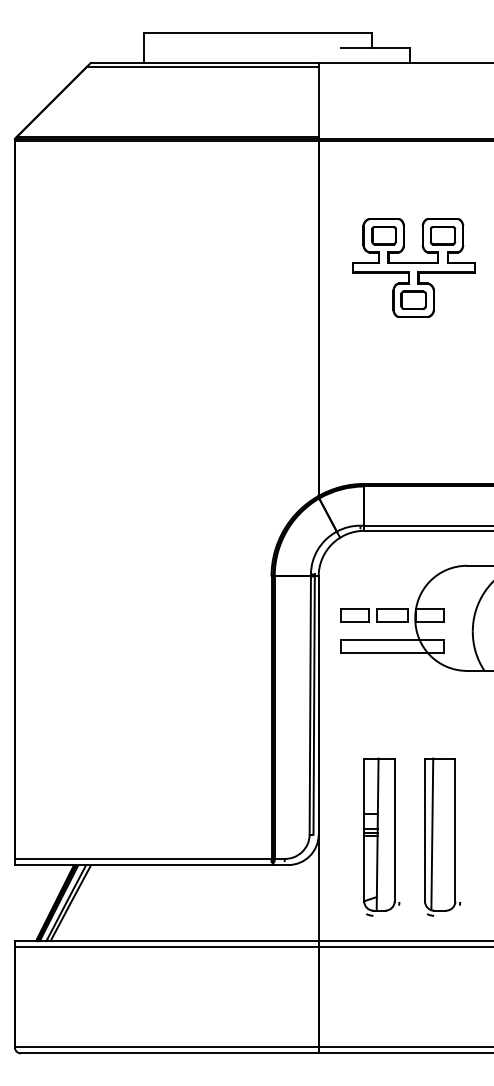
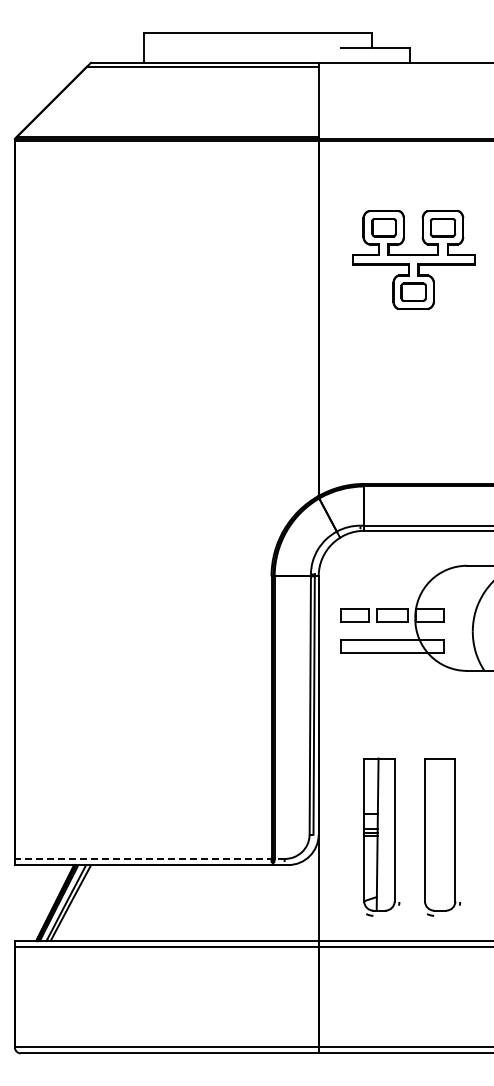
part at (413, 267) position: (413, 267) -> (413, 259)
line at (432, 834): present -> none
line at (149, 858): solid -> dashed
